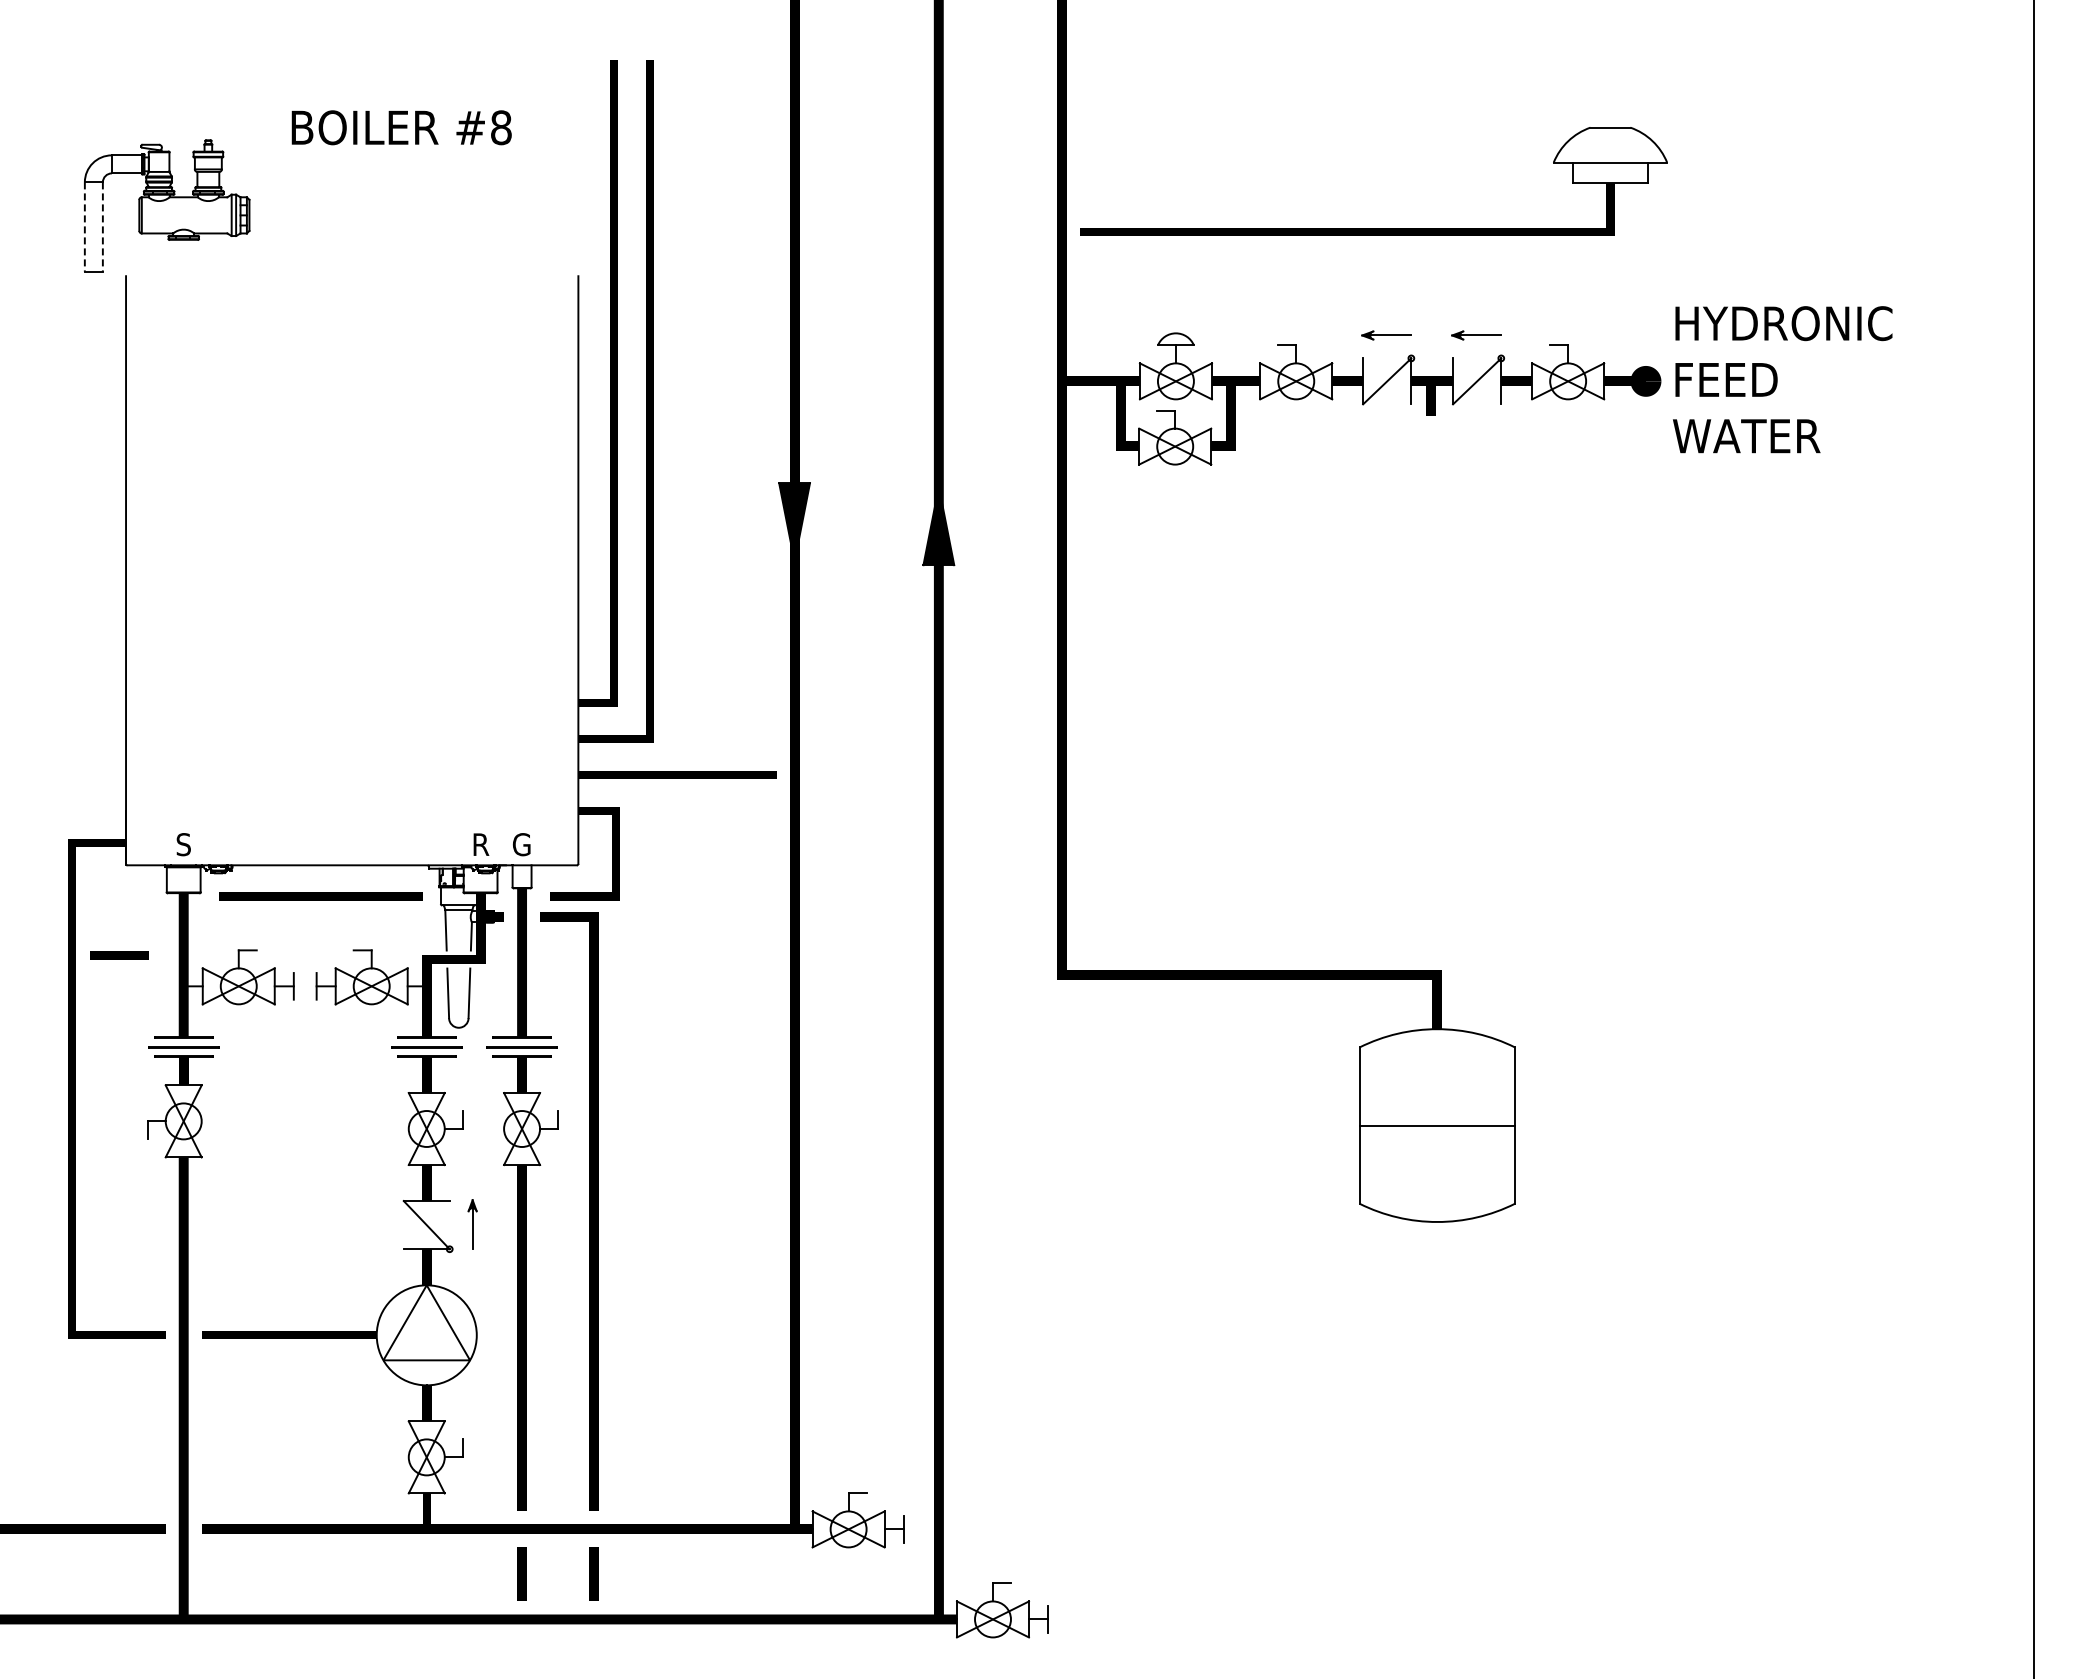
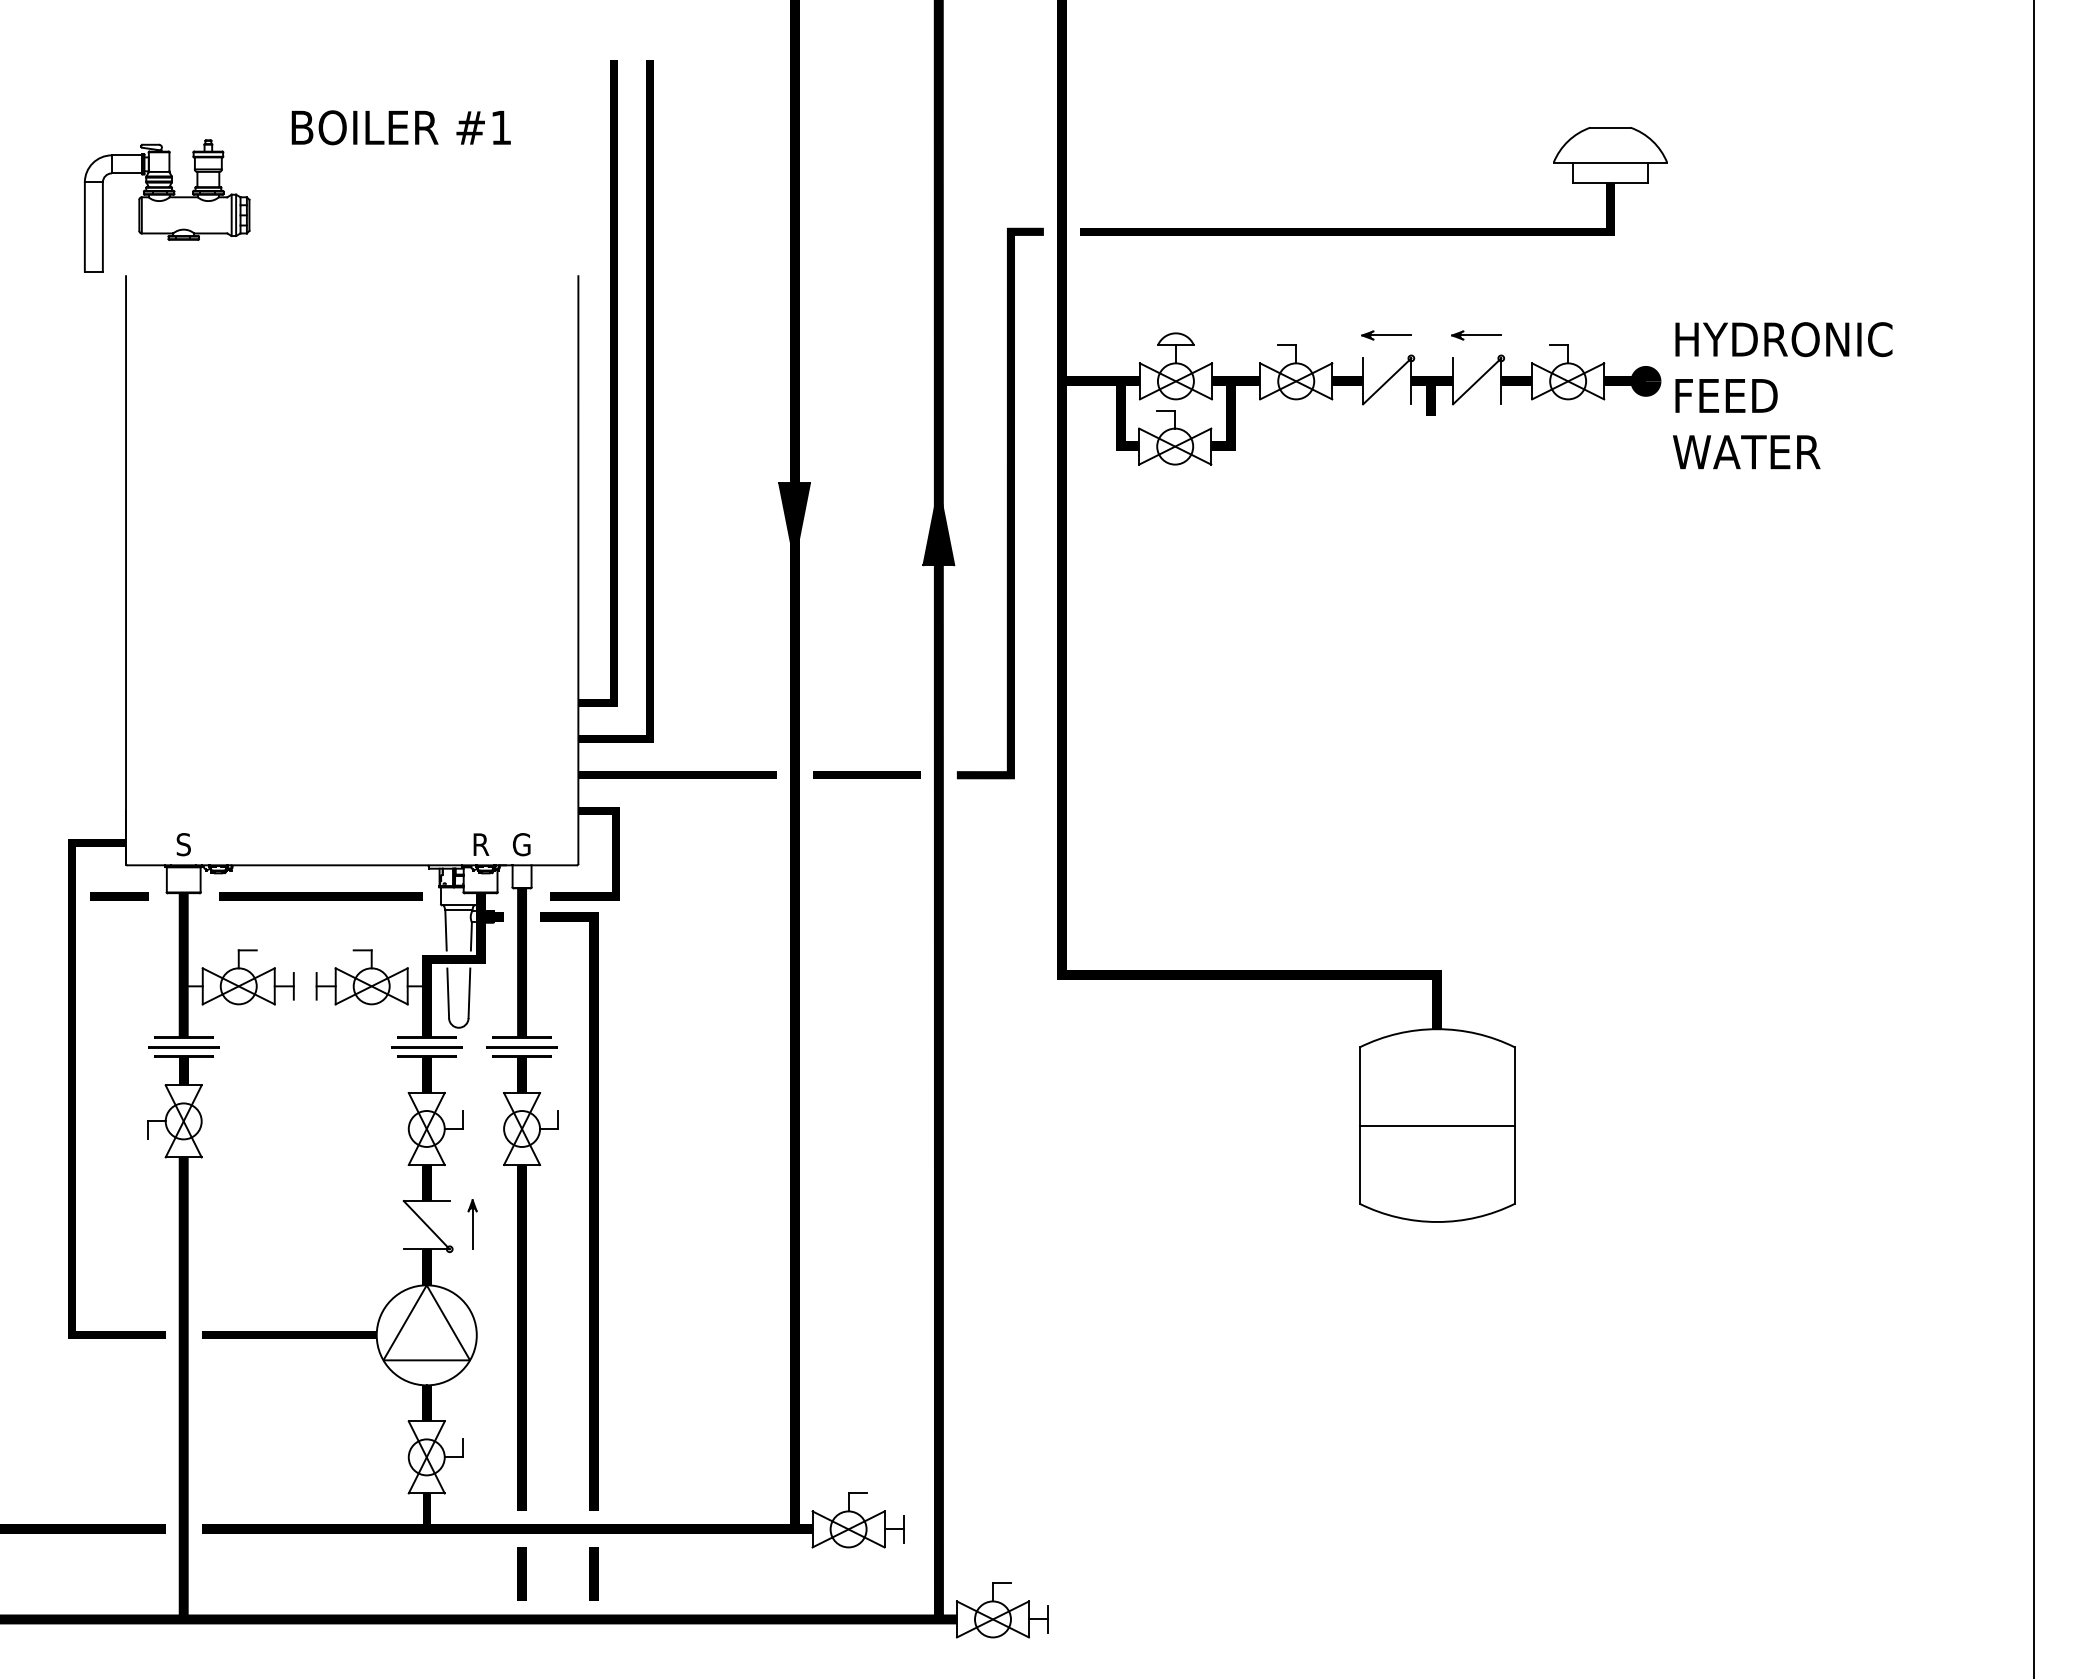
text at (501, 127): #8 -> #1
line at (84, 227): dashed -> solid
line at (102, 227): dashed -> solid
text at (1782, 379) position: (1782, 379) -> (1782, 395)
line at (1007, 503): none -> present
line at (866, 774): none -> present
line at (119, 955) position: (119, 955) -> (119, 896)
